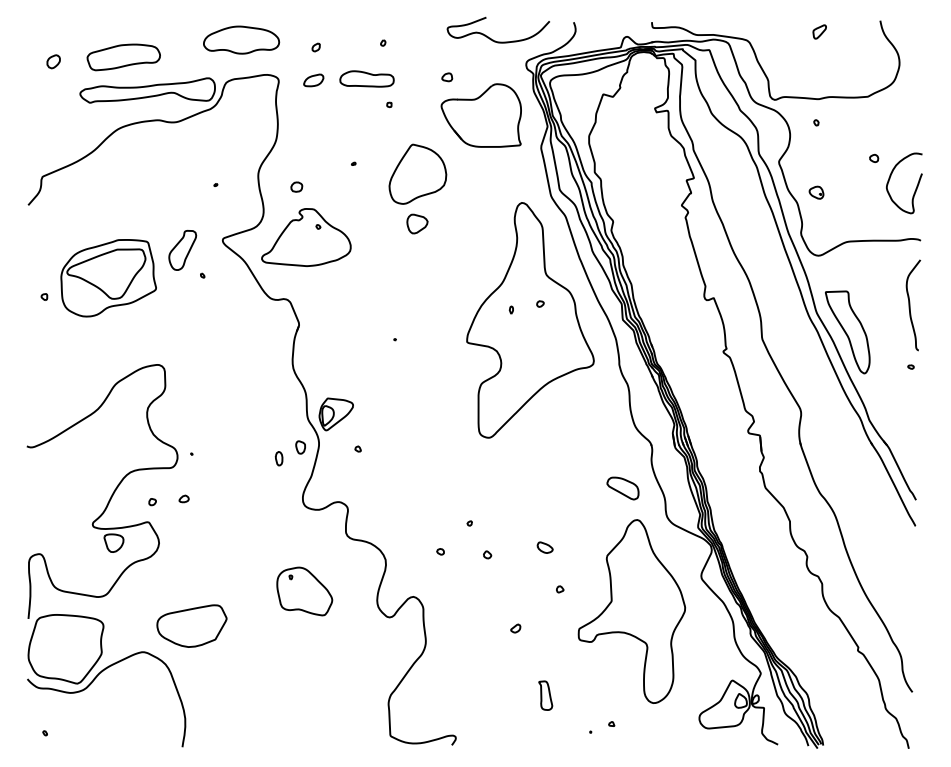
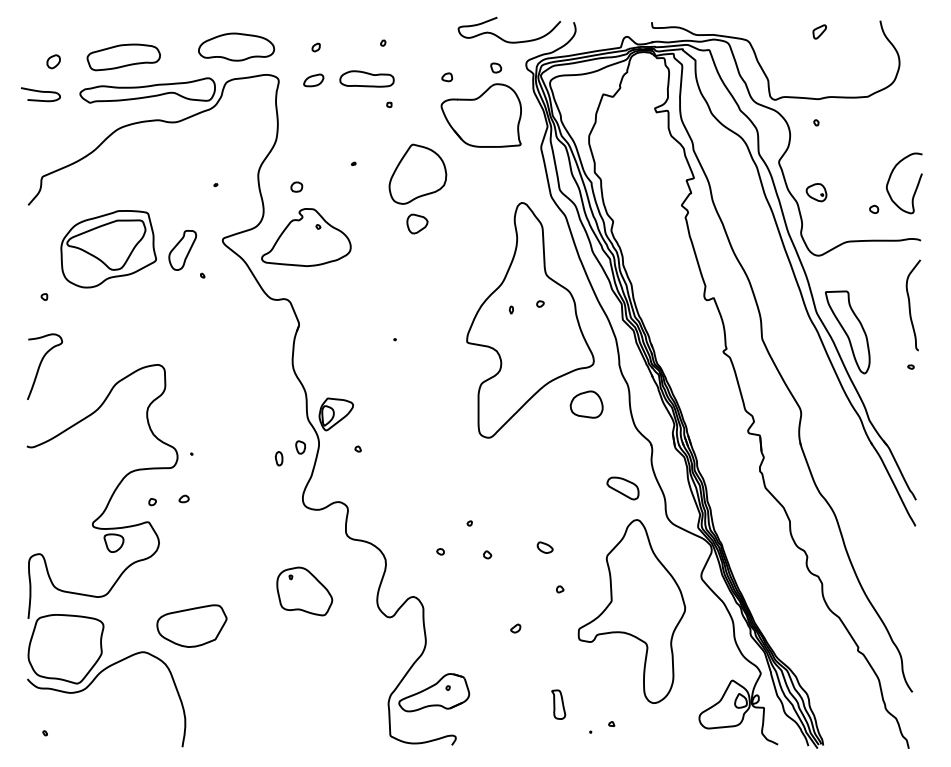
curve at (490, 37) position: (490, 37) -> (501, 37)
part at (241, 39) position: (241, 39) -> (236, 46)
part at (496, 67): none -> present
part at (40, 94): none -> present
part at (874, 158) position: (874, 158) -> (874, 209)
part at (816, 192) size: 17x15 px -> 23x20 px
part at (108, 278) position: (108, 278) -> (108, 249)
curve at (41, 364): none -> present
part at (586, 404): none -> present
part at (434, 692): none -> present
part at (545, 695) position: (545, 695) -> (558, 704)
